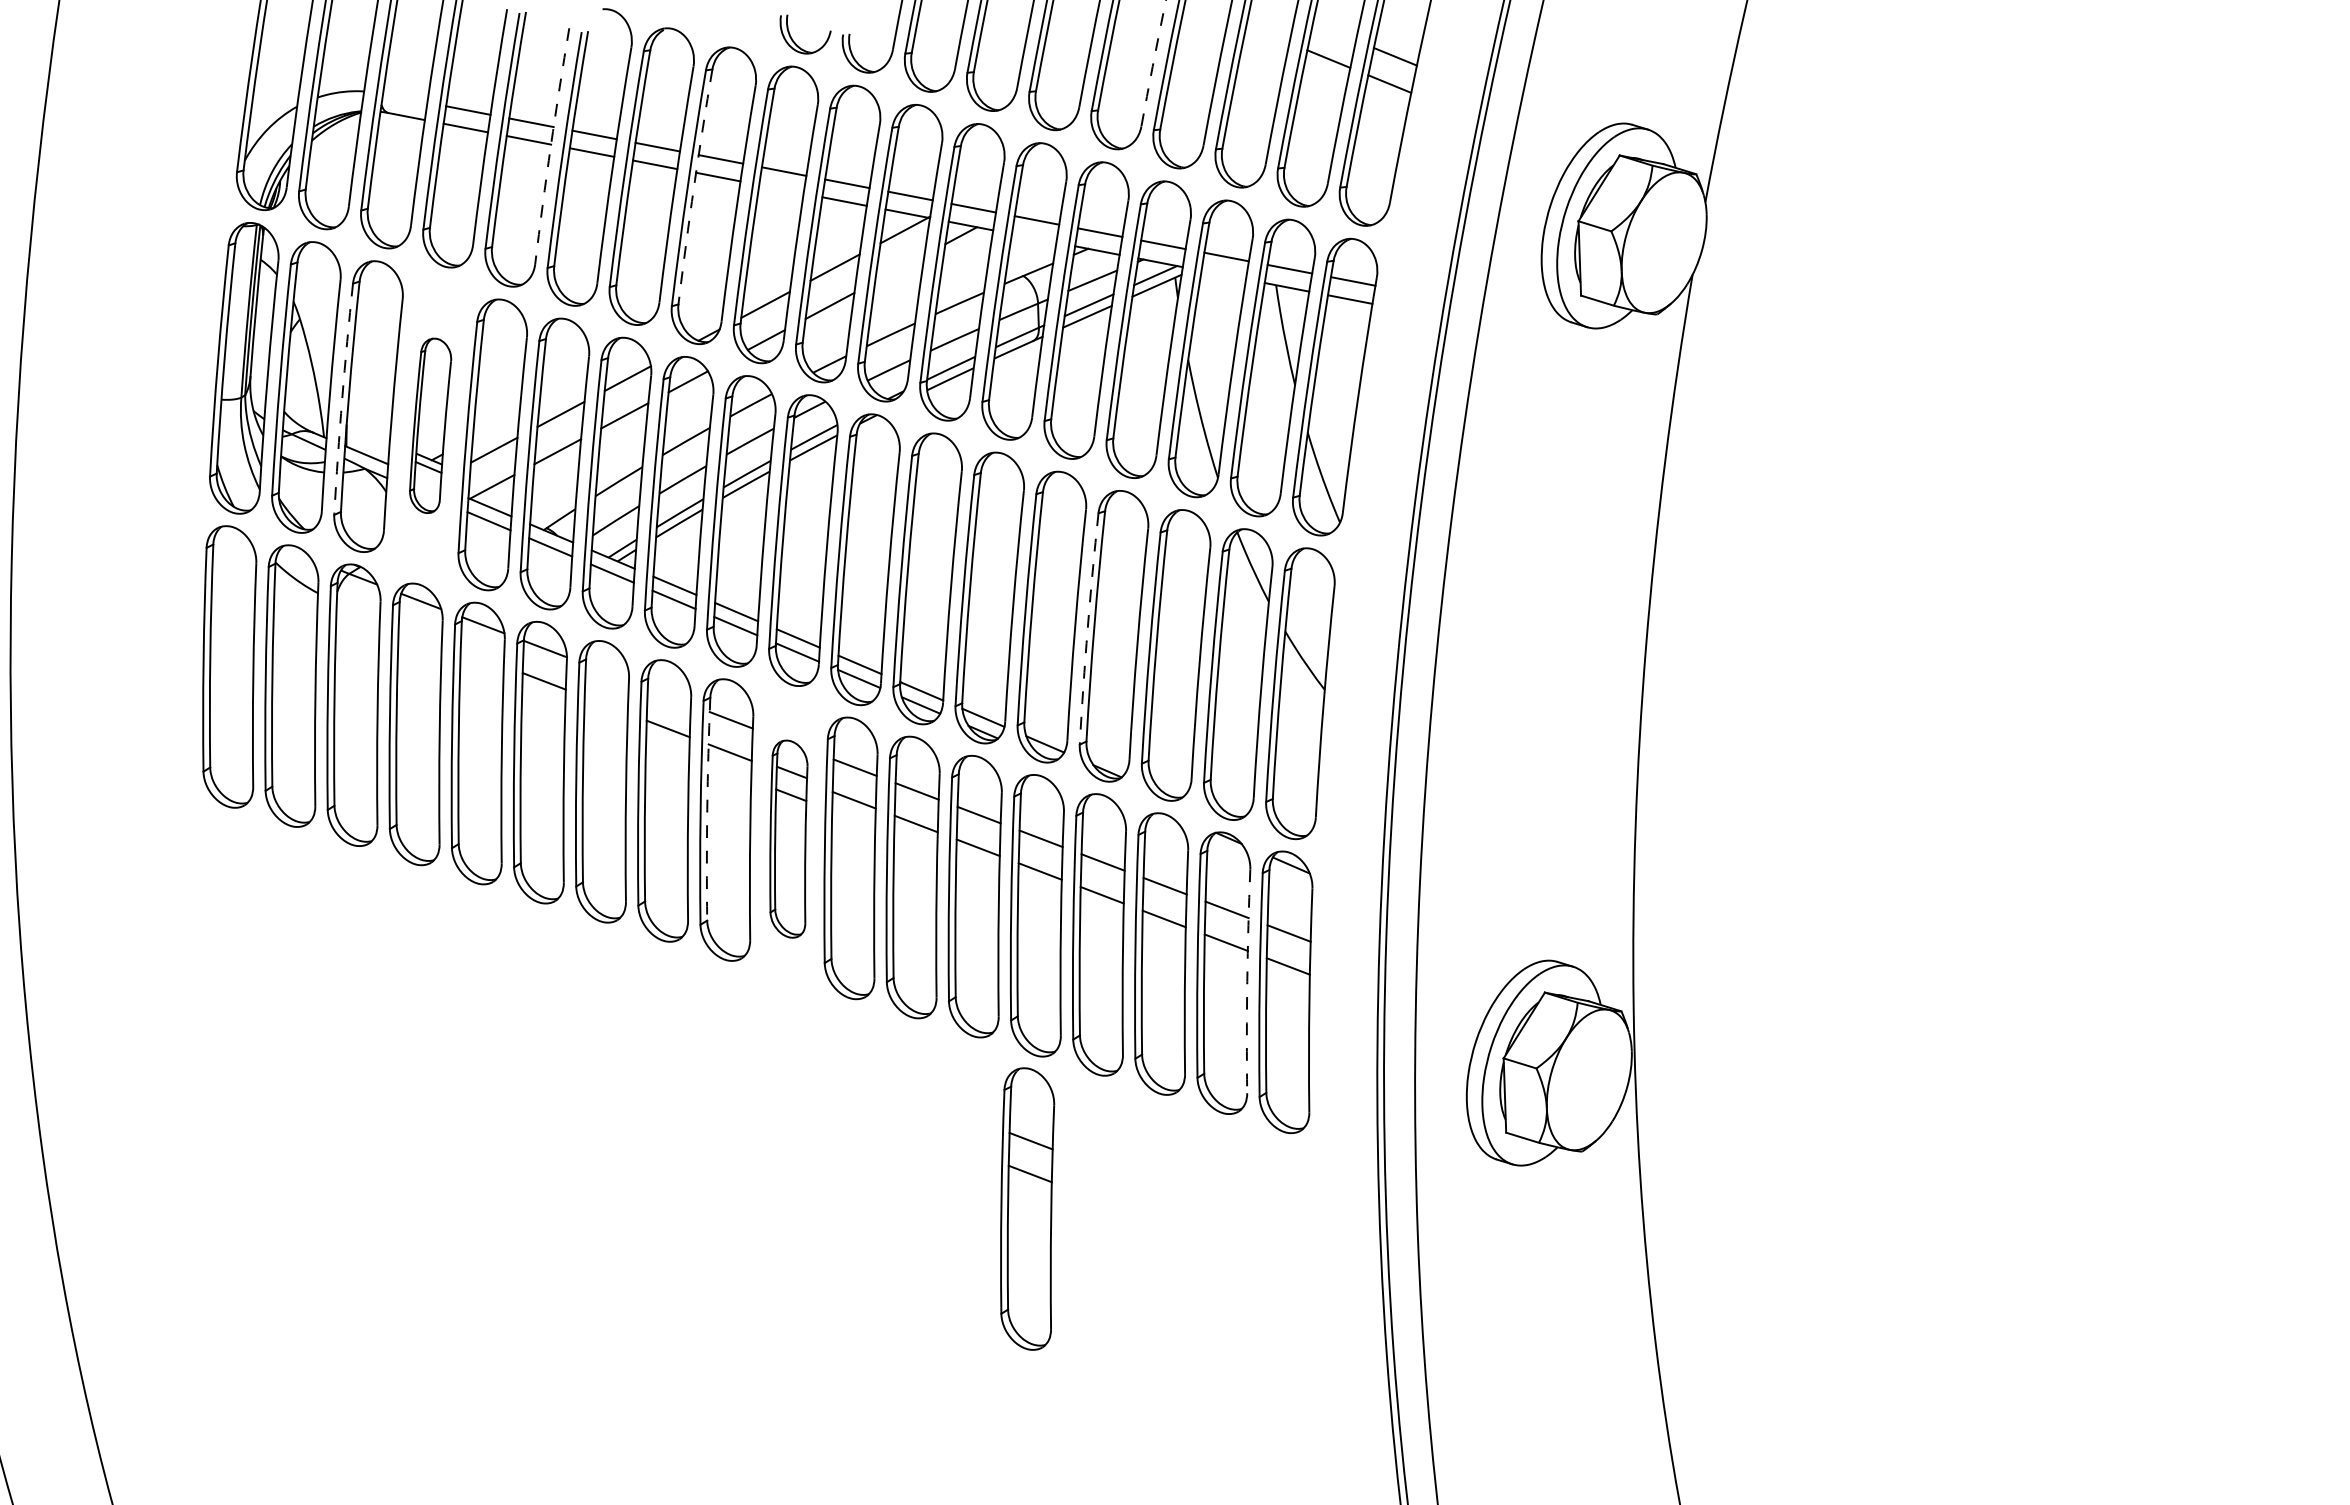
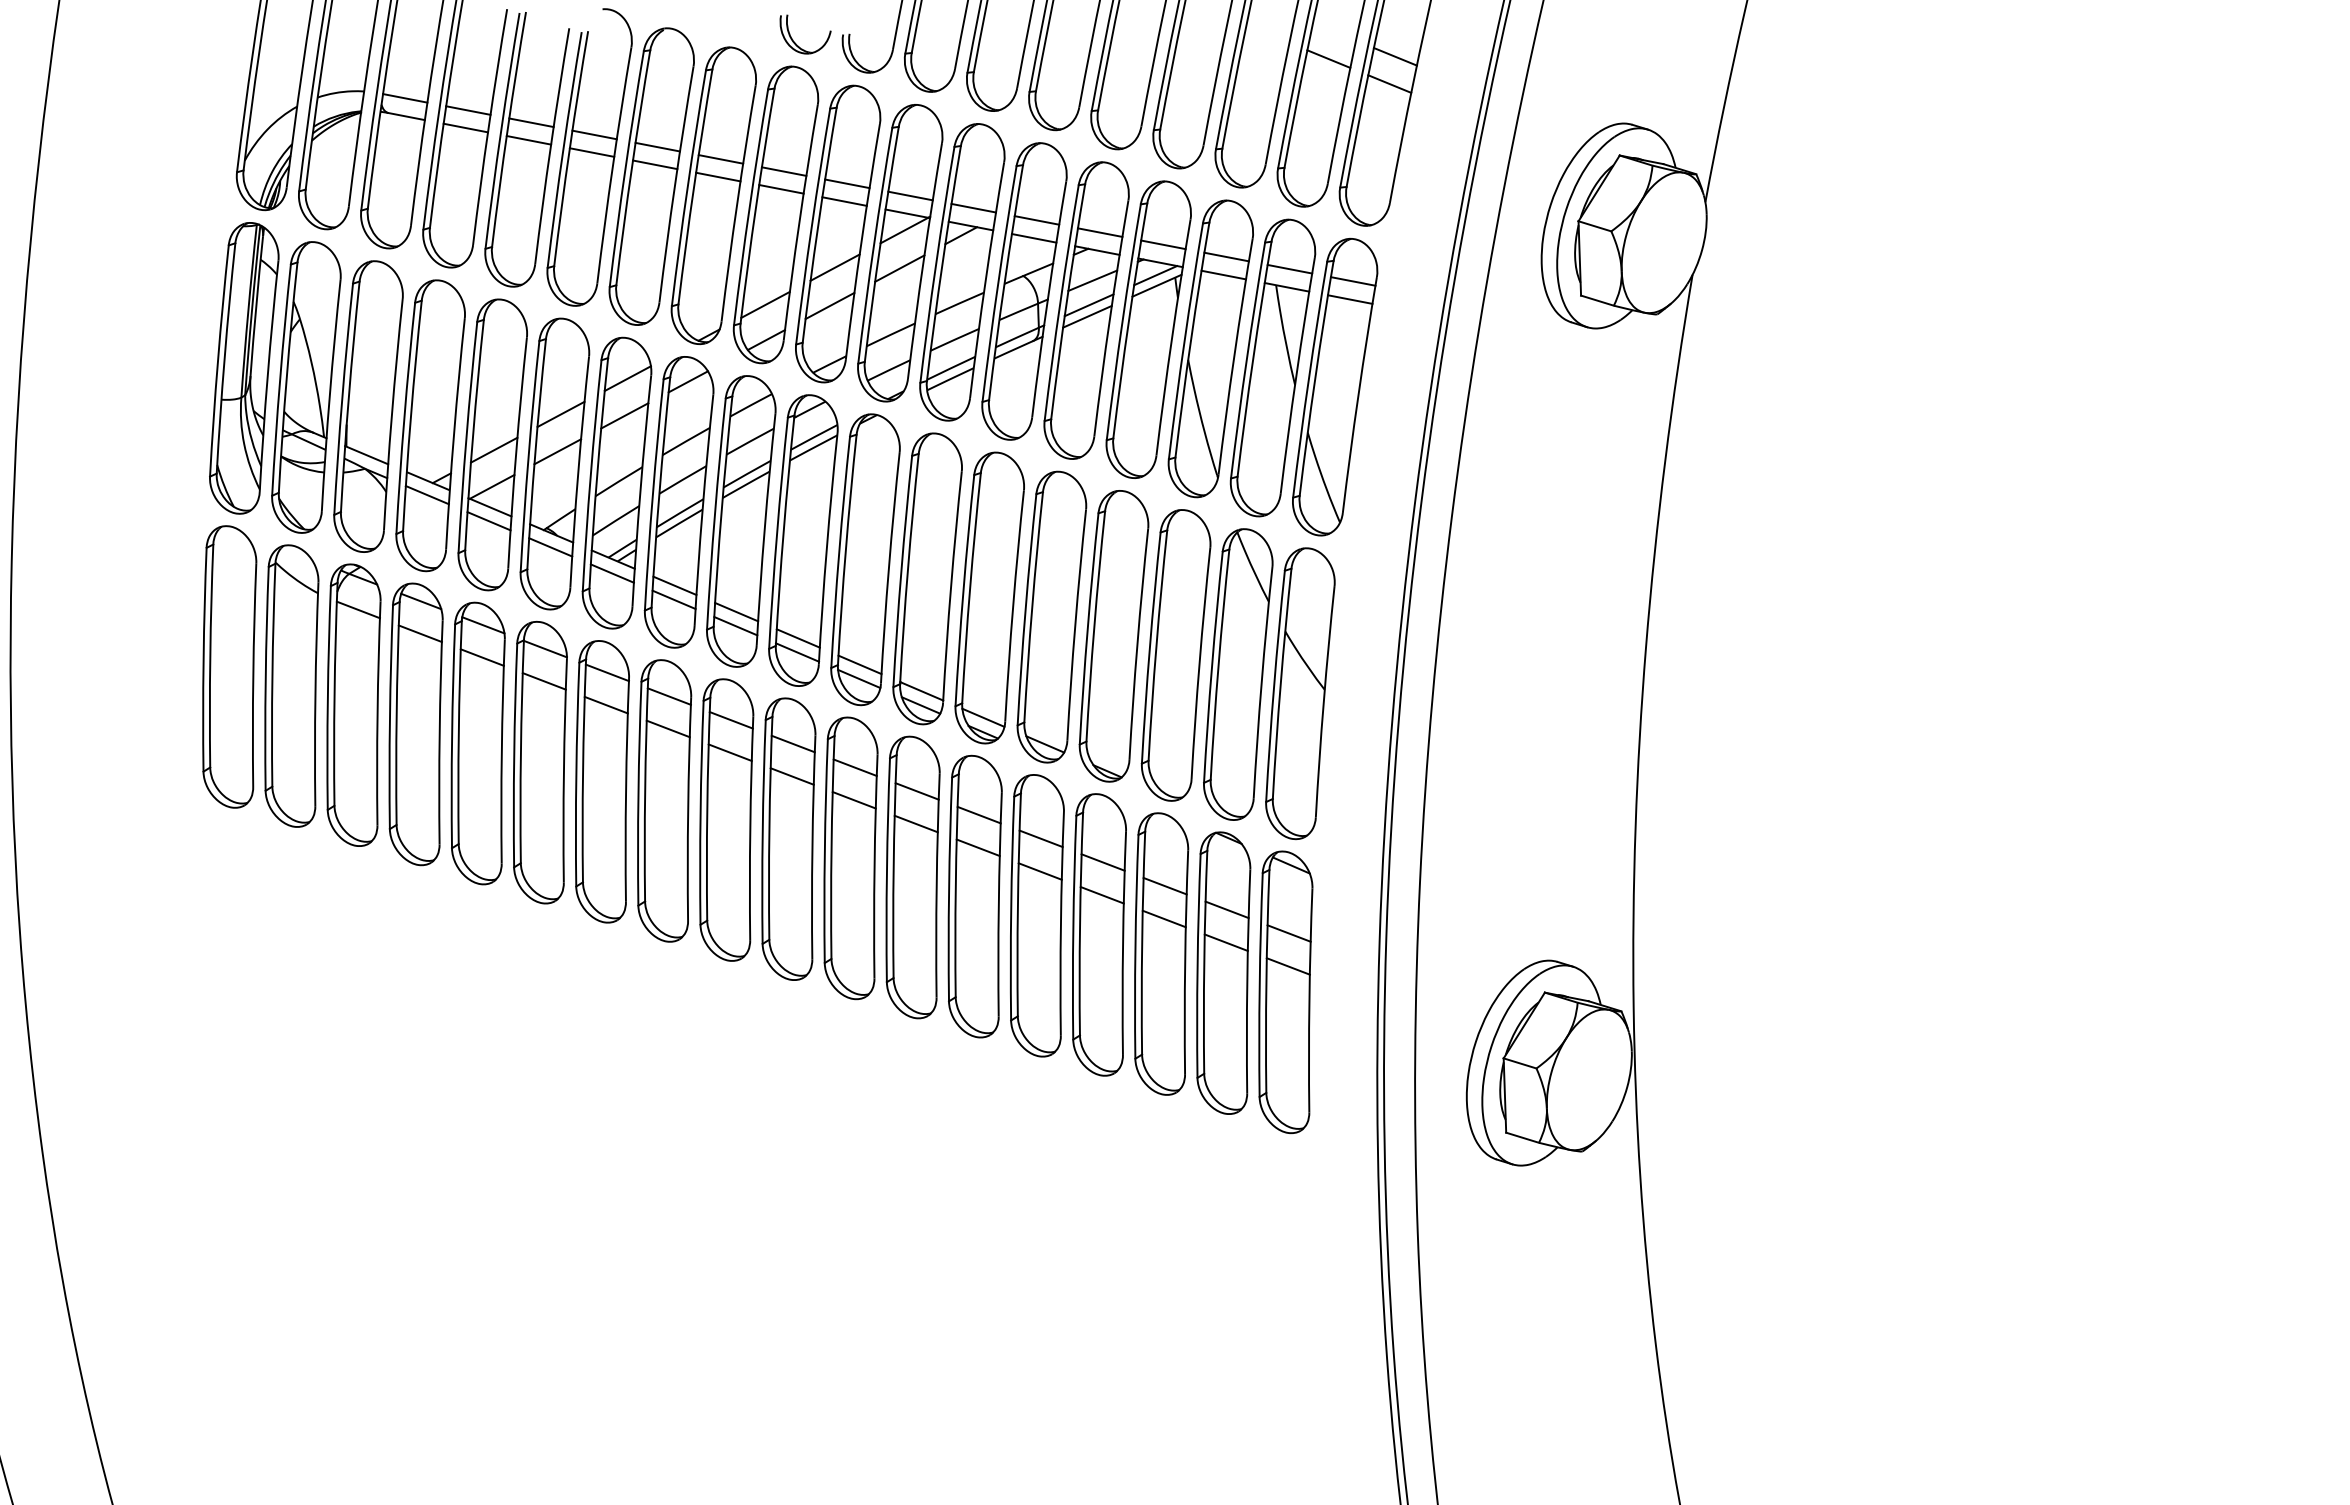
arc at (1153, 63): dashed -> solid
line at (405, 98): none -> present
arc at (550, 146): dashed -> solid
arc at (694, 186): dashed -> solid
line at (781, 189): none -> present
line at (1033, 238): none -> present
line at (899, 268): none -> present
line at (1223, 274): none -> present
arc at (342, 399): dashed -> solid
part at (430, 425) size: 44x177 px -> 71x294 px
line at (357, 609): none -> present
arc at (1087, 628): dashed -> solid
line at (419, 633): none -> present
line at (481, 657): none -> present
line at (606, 672): none -> present
line at (668, 696): none -> present
line at (605, 704): none -> present
arc at (707, 809): dashed -> solid
part at (788, 838) size: 40x200 px -> 56x284 px
arc at (1247, 981): dashed -> solid
part at (1027, 1208): present -> none
